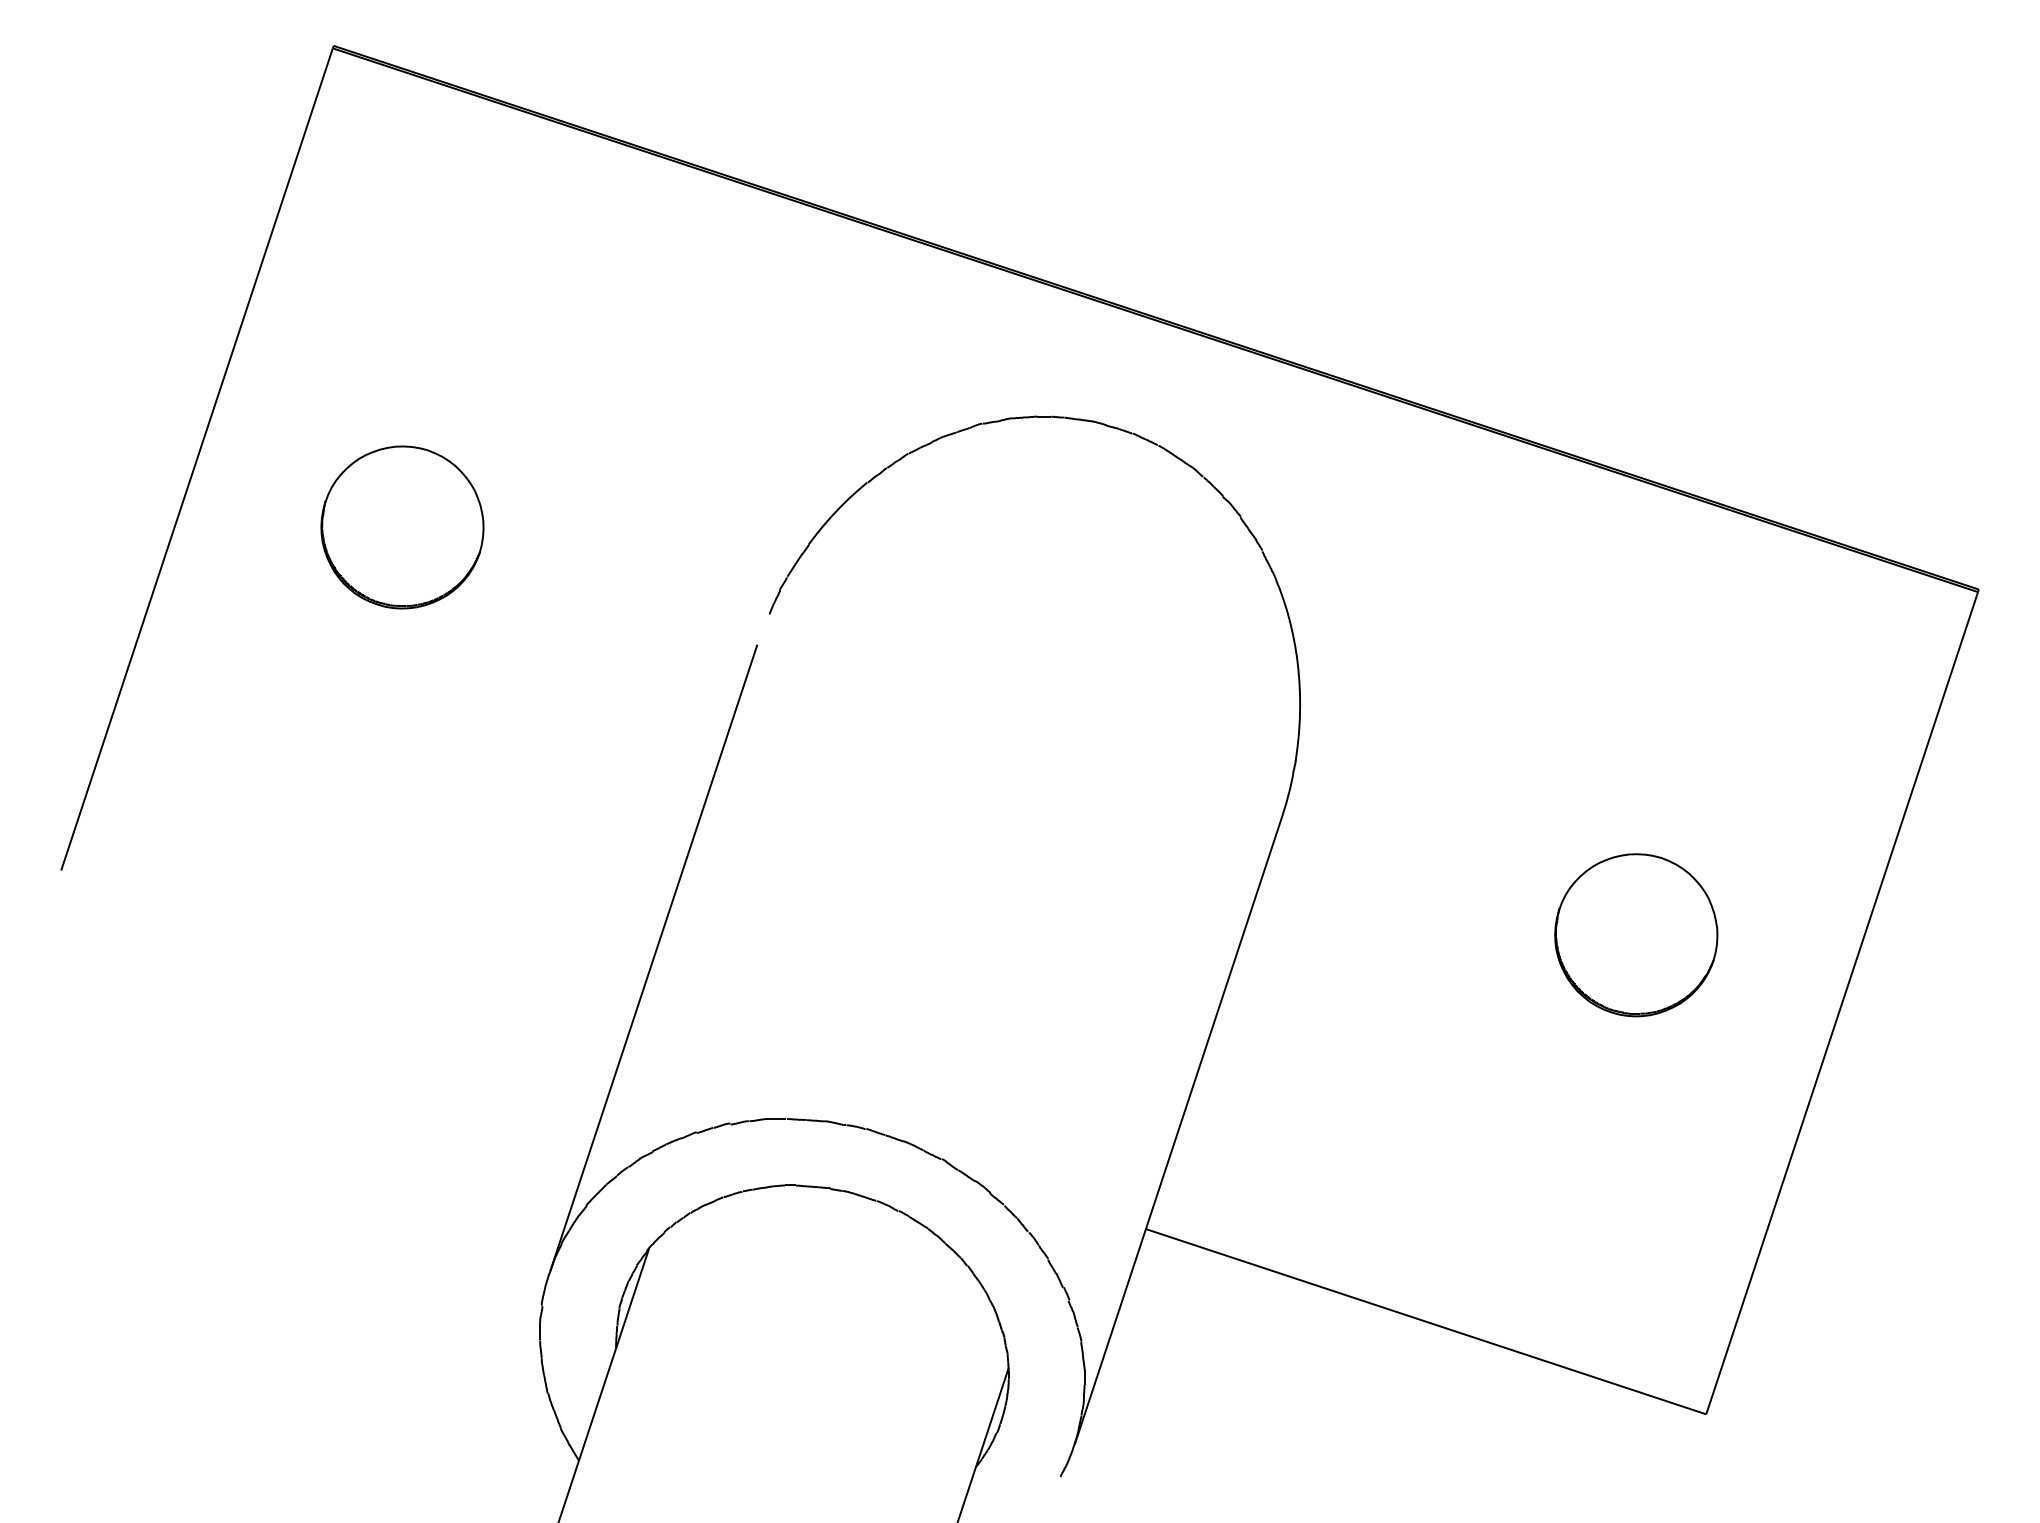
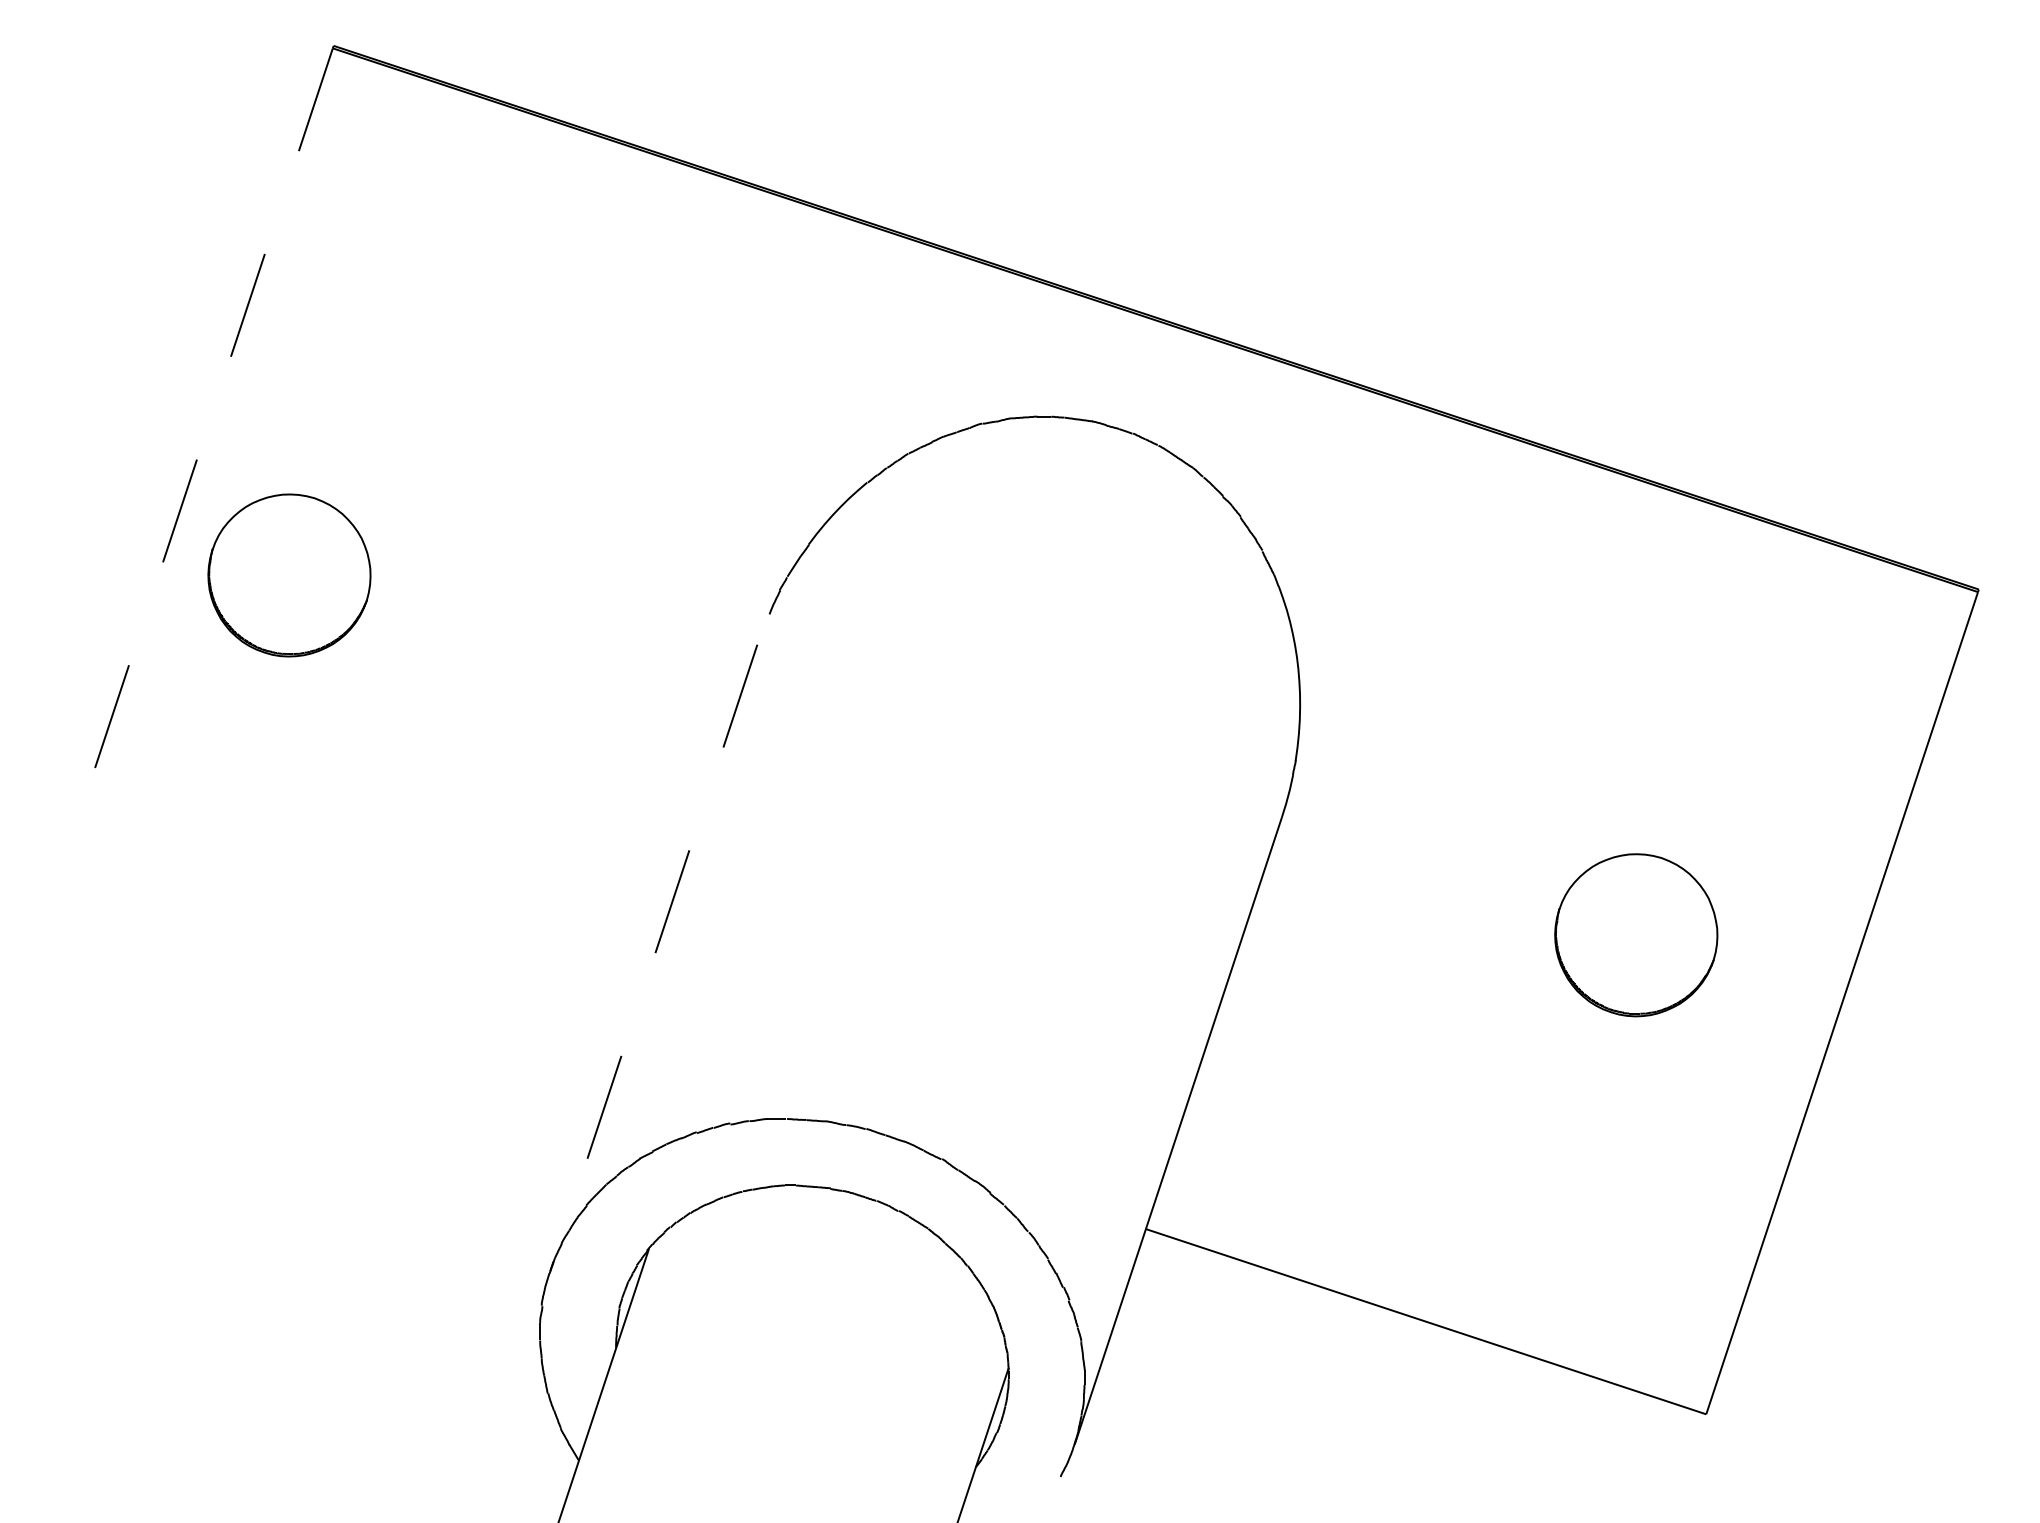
line at (197, 459): solid -> dashed
part at (402, 527) position: (402, 527) -> (289, 575)
line at (653, 958): solid -> dashed
